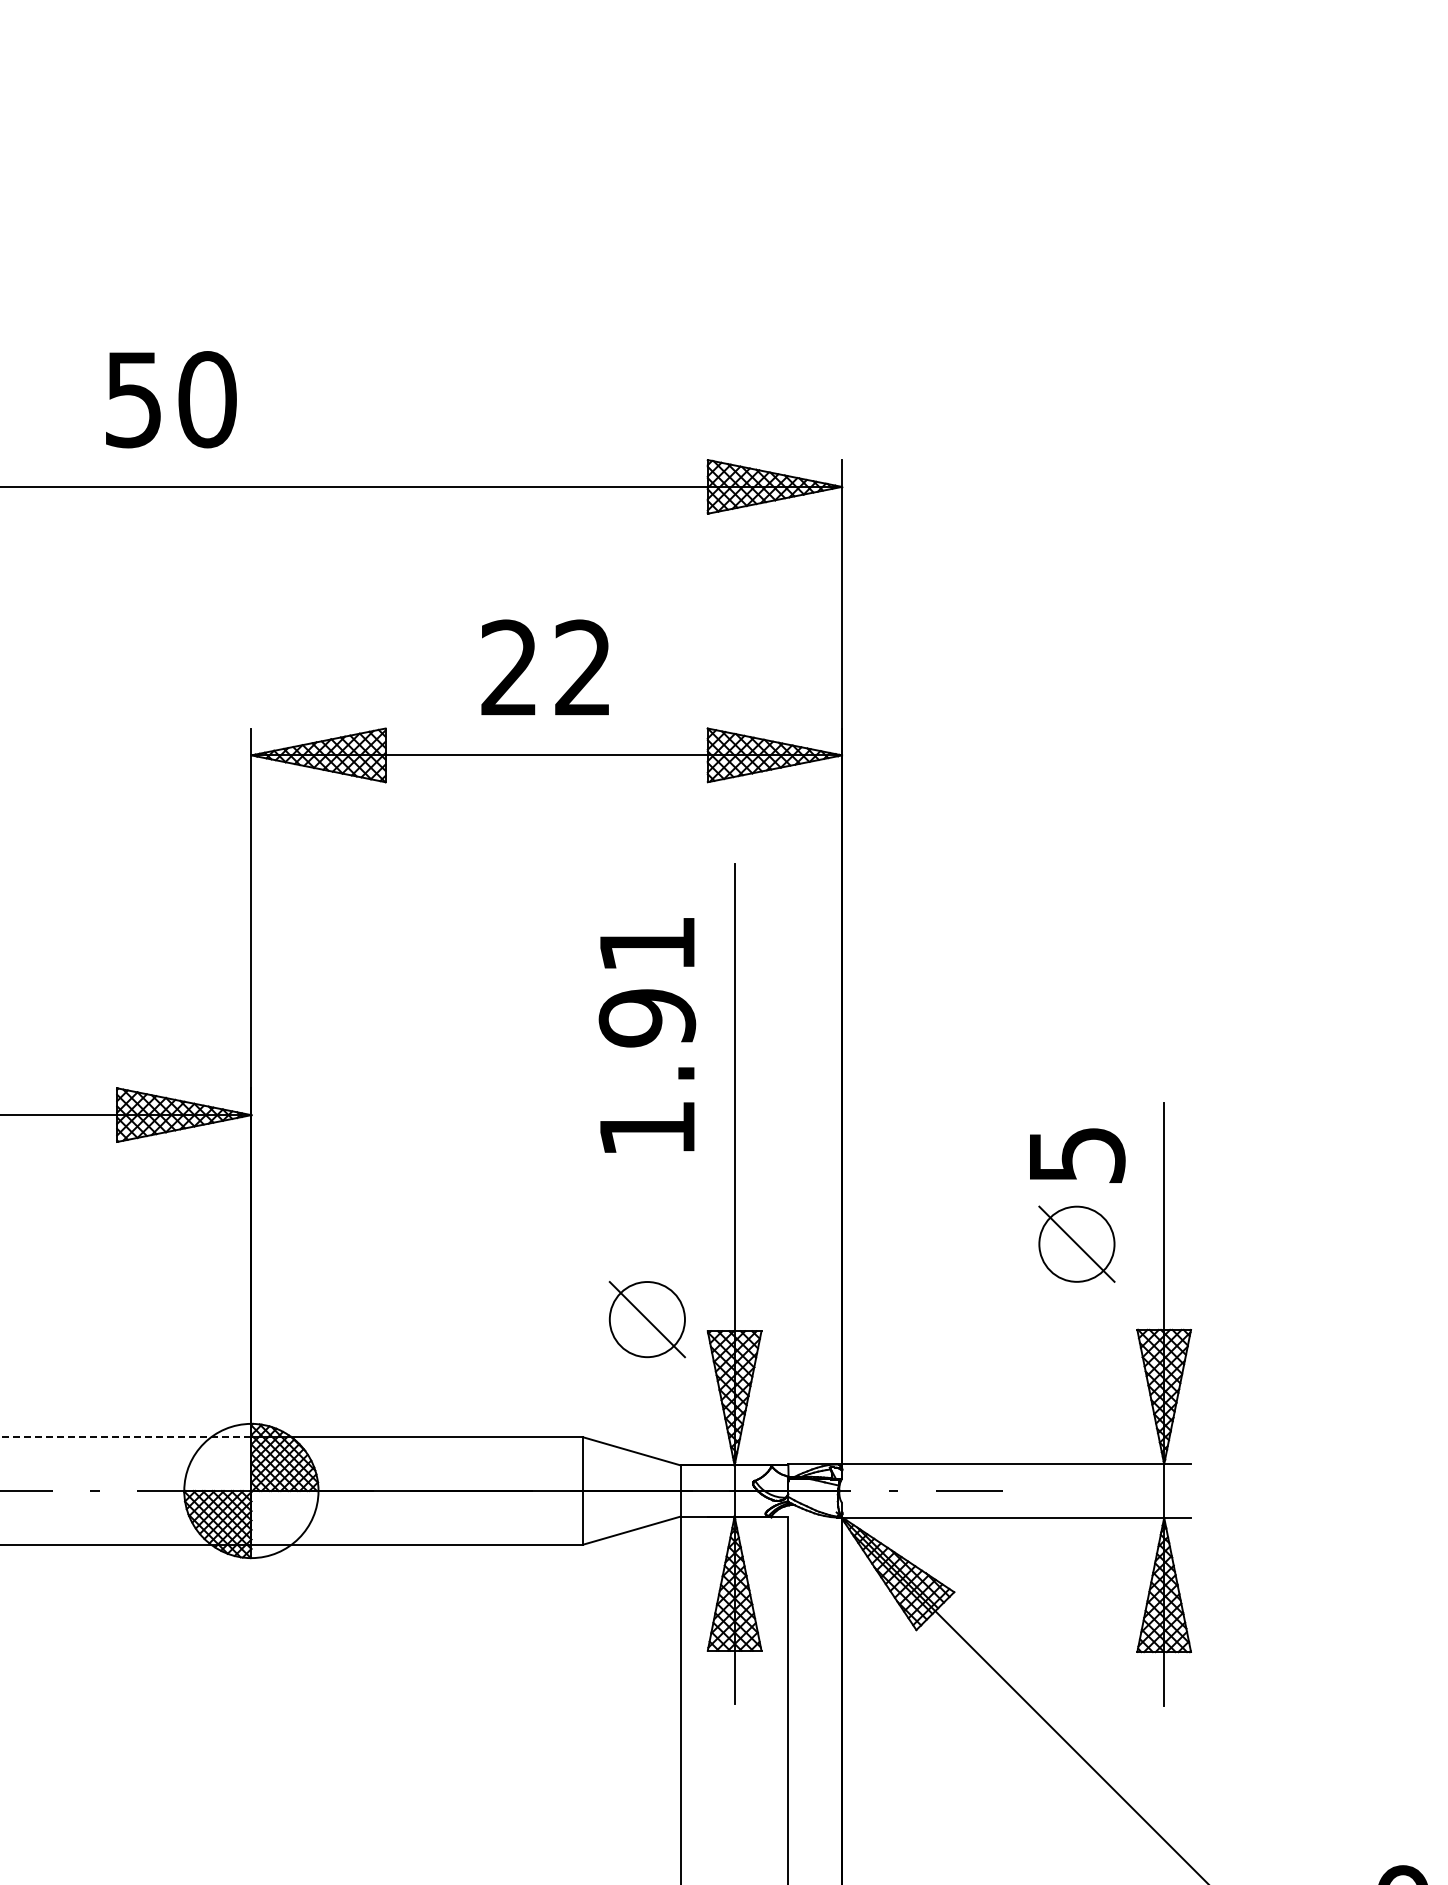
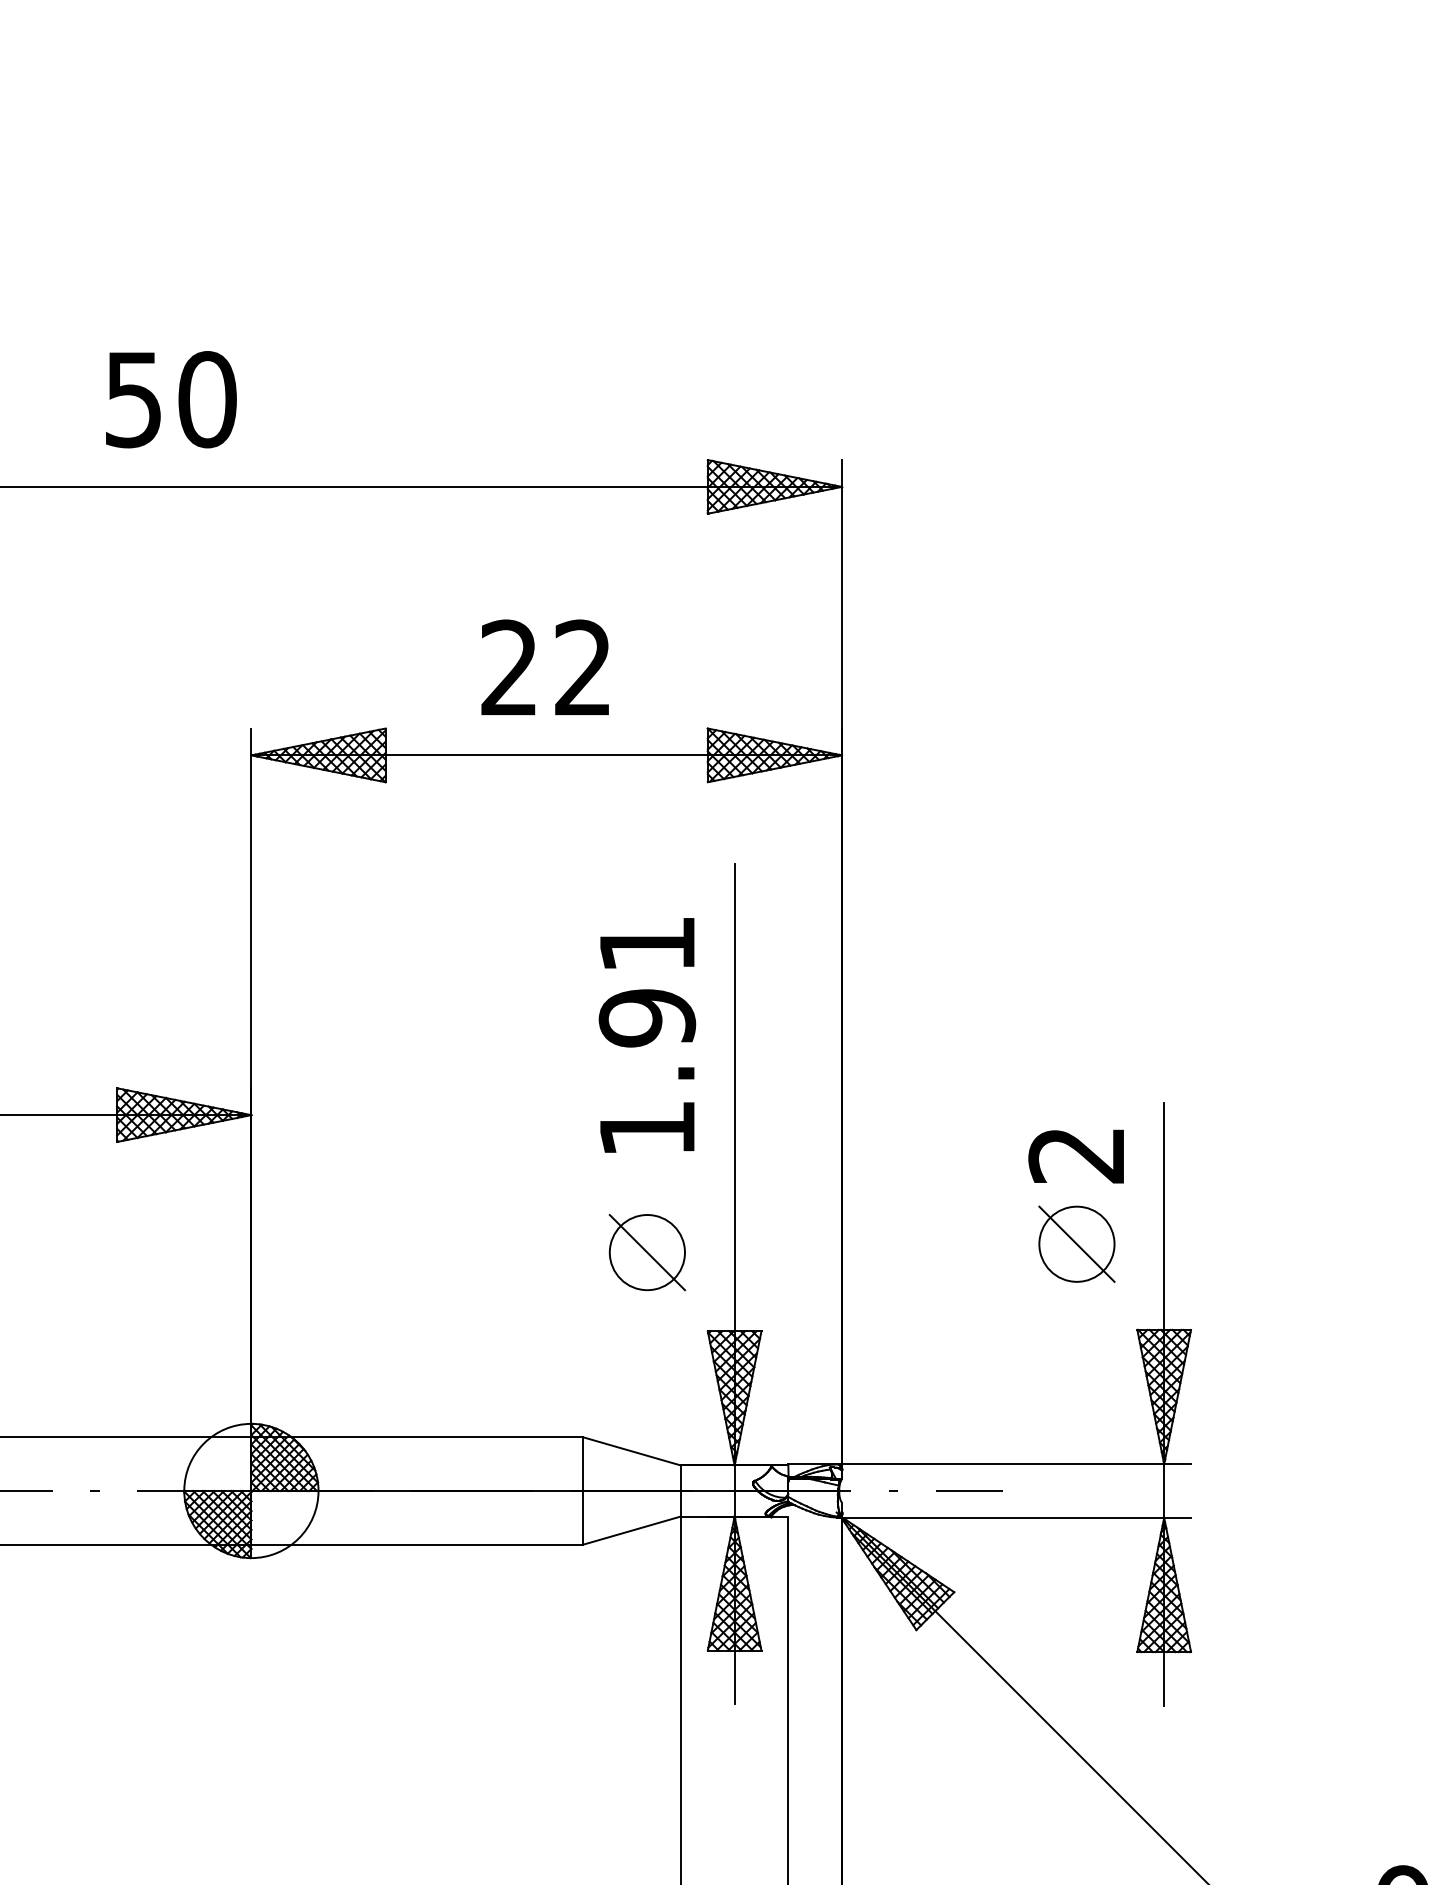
text at (1076, 1155): 5 -> 2
part at (646, 1319) position: (646, 1319) -> (646, 1252)
line at (125, 1437): dashed -> solid
